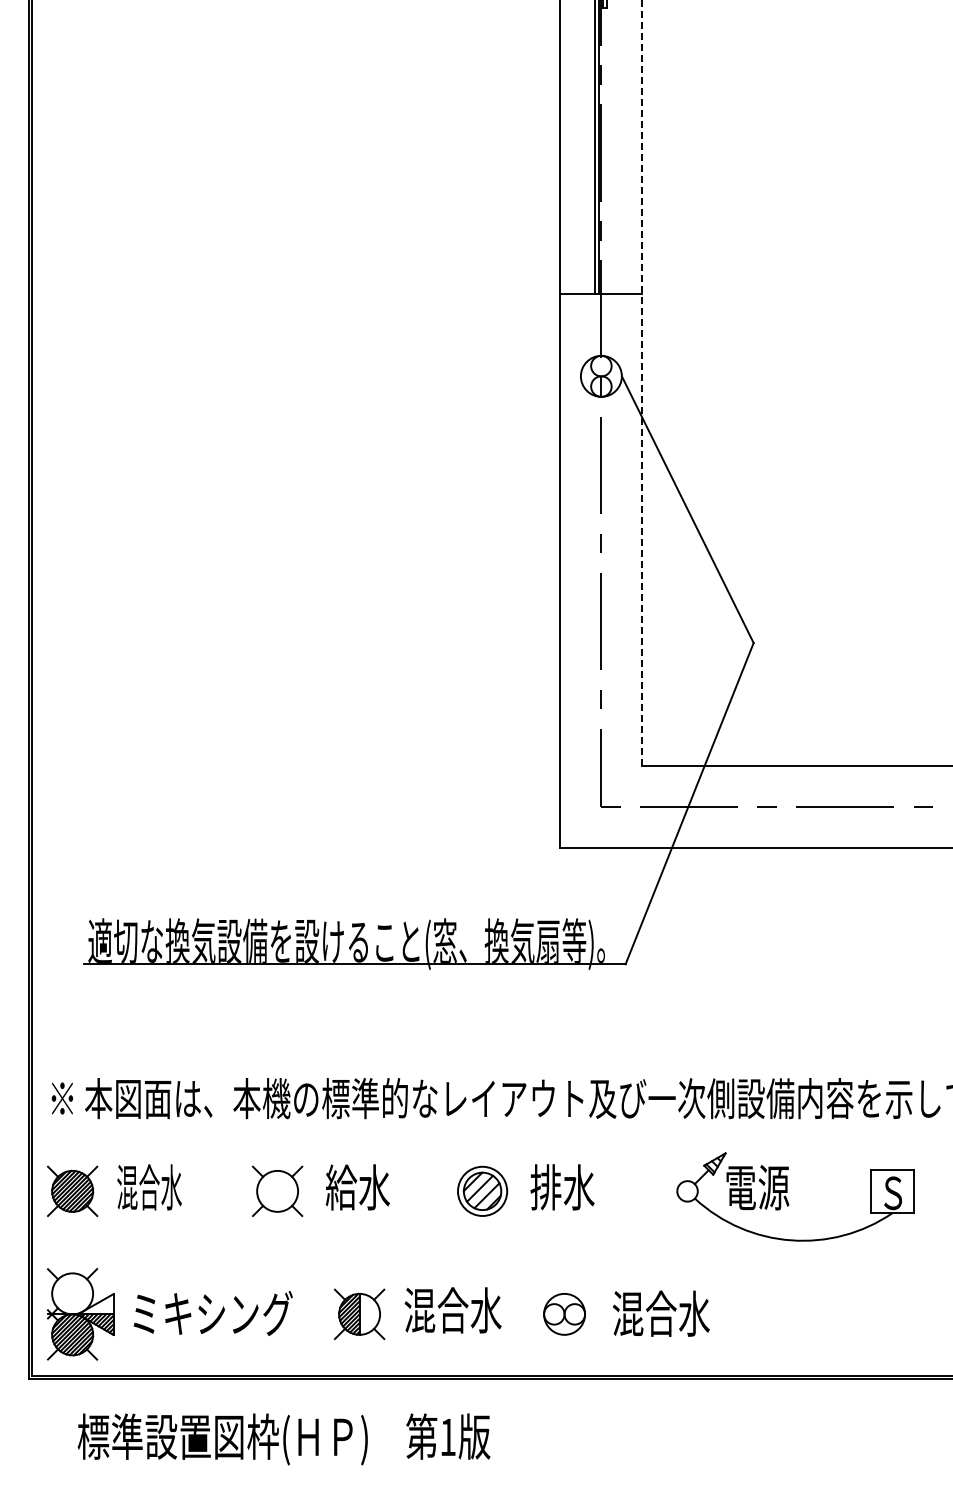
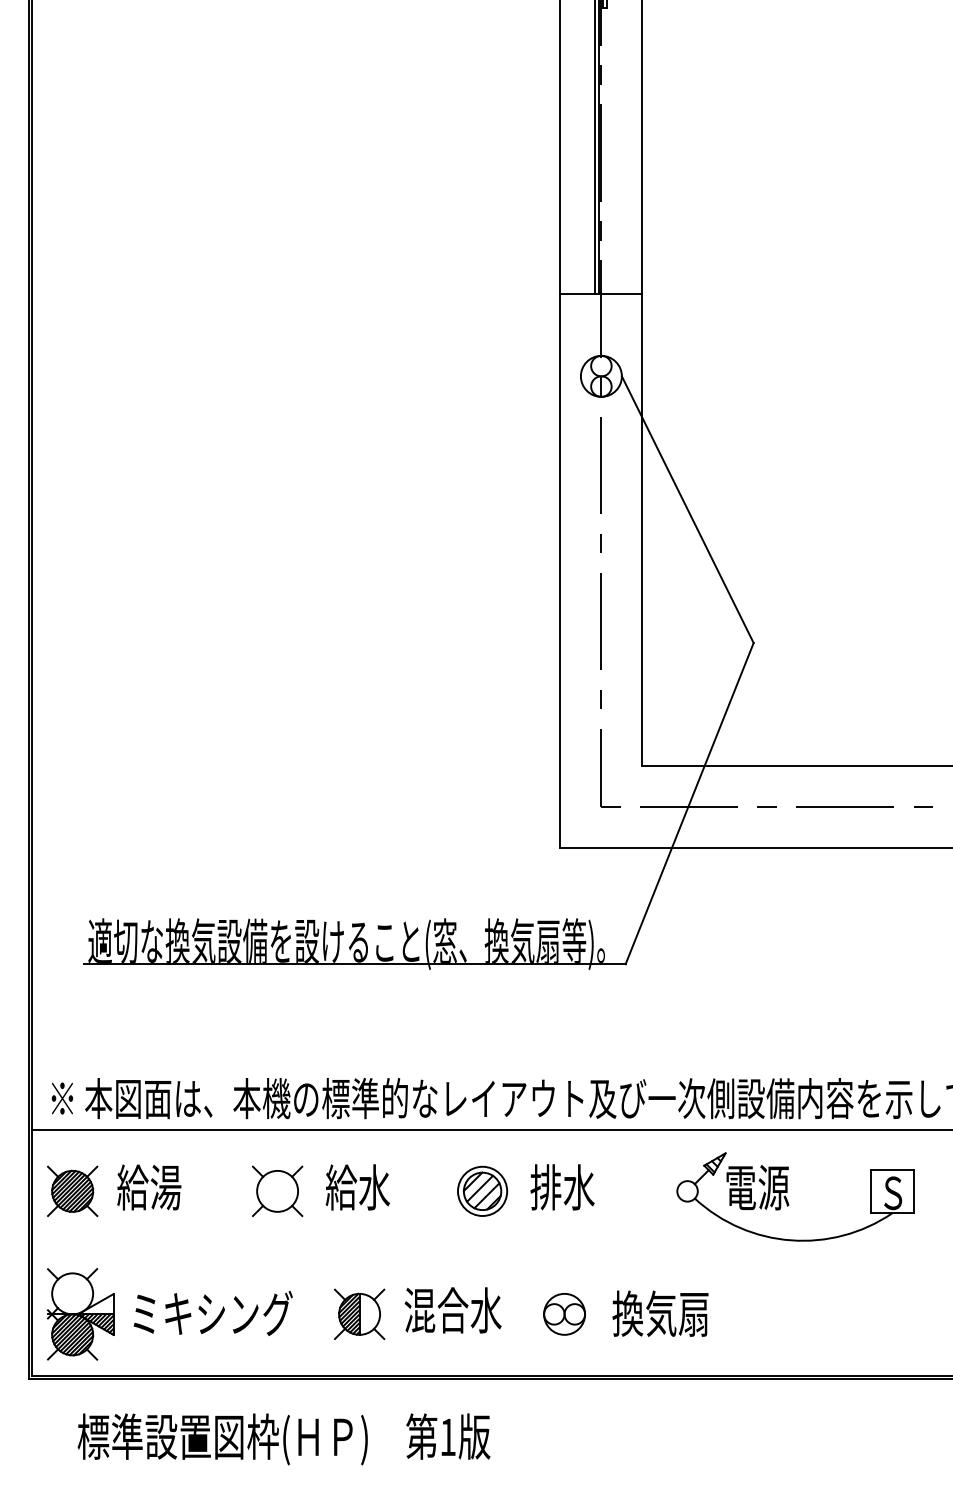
line at (642, 383): dashed -> solid
line at (490, 1129): none -> present
text at (149, 1187): 混合水 -> 給湯
text at (660, 1313): 混合水 -> 換気扇
